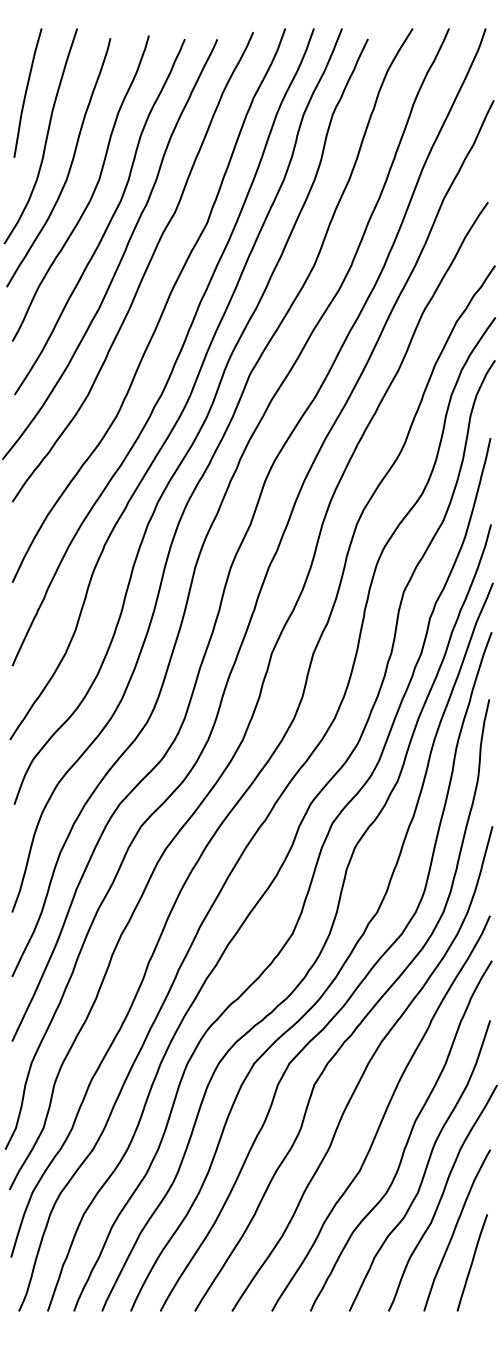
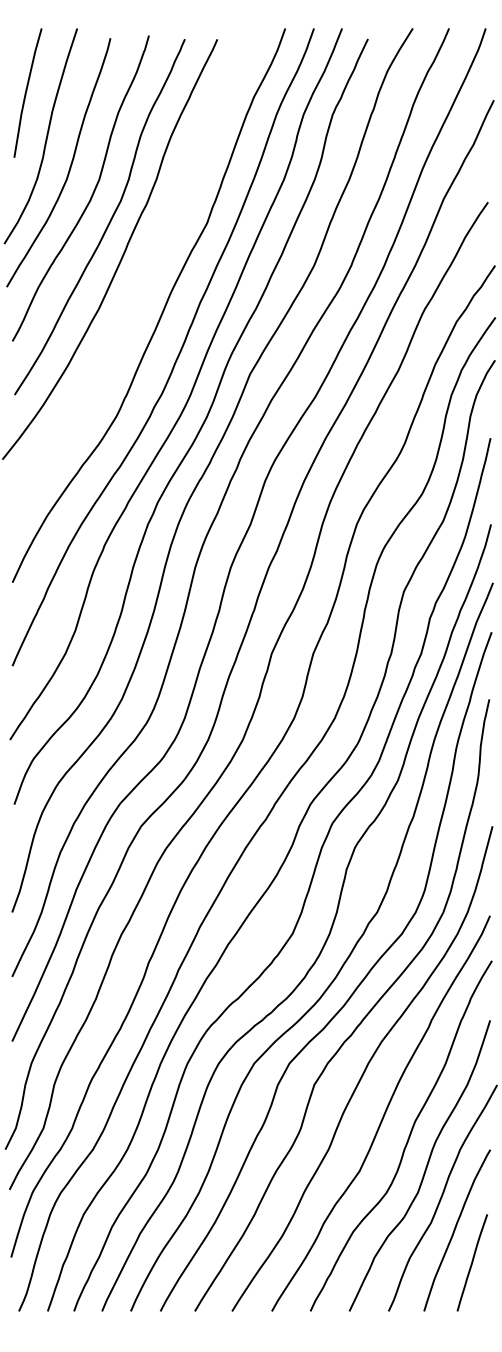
curve at (143, 273): present -> none
